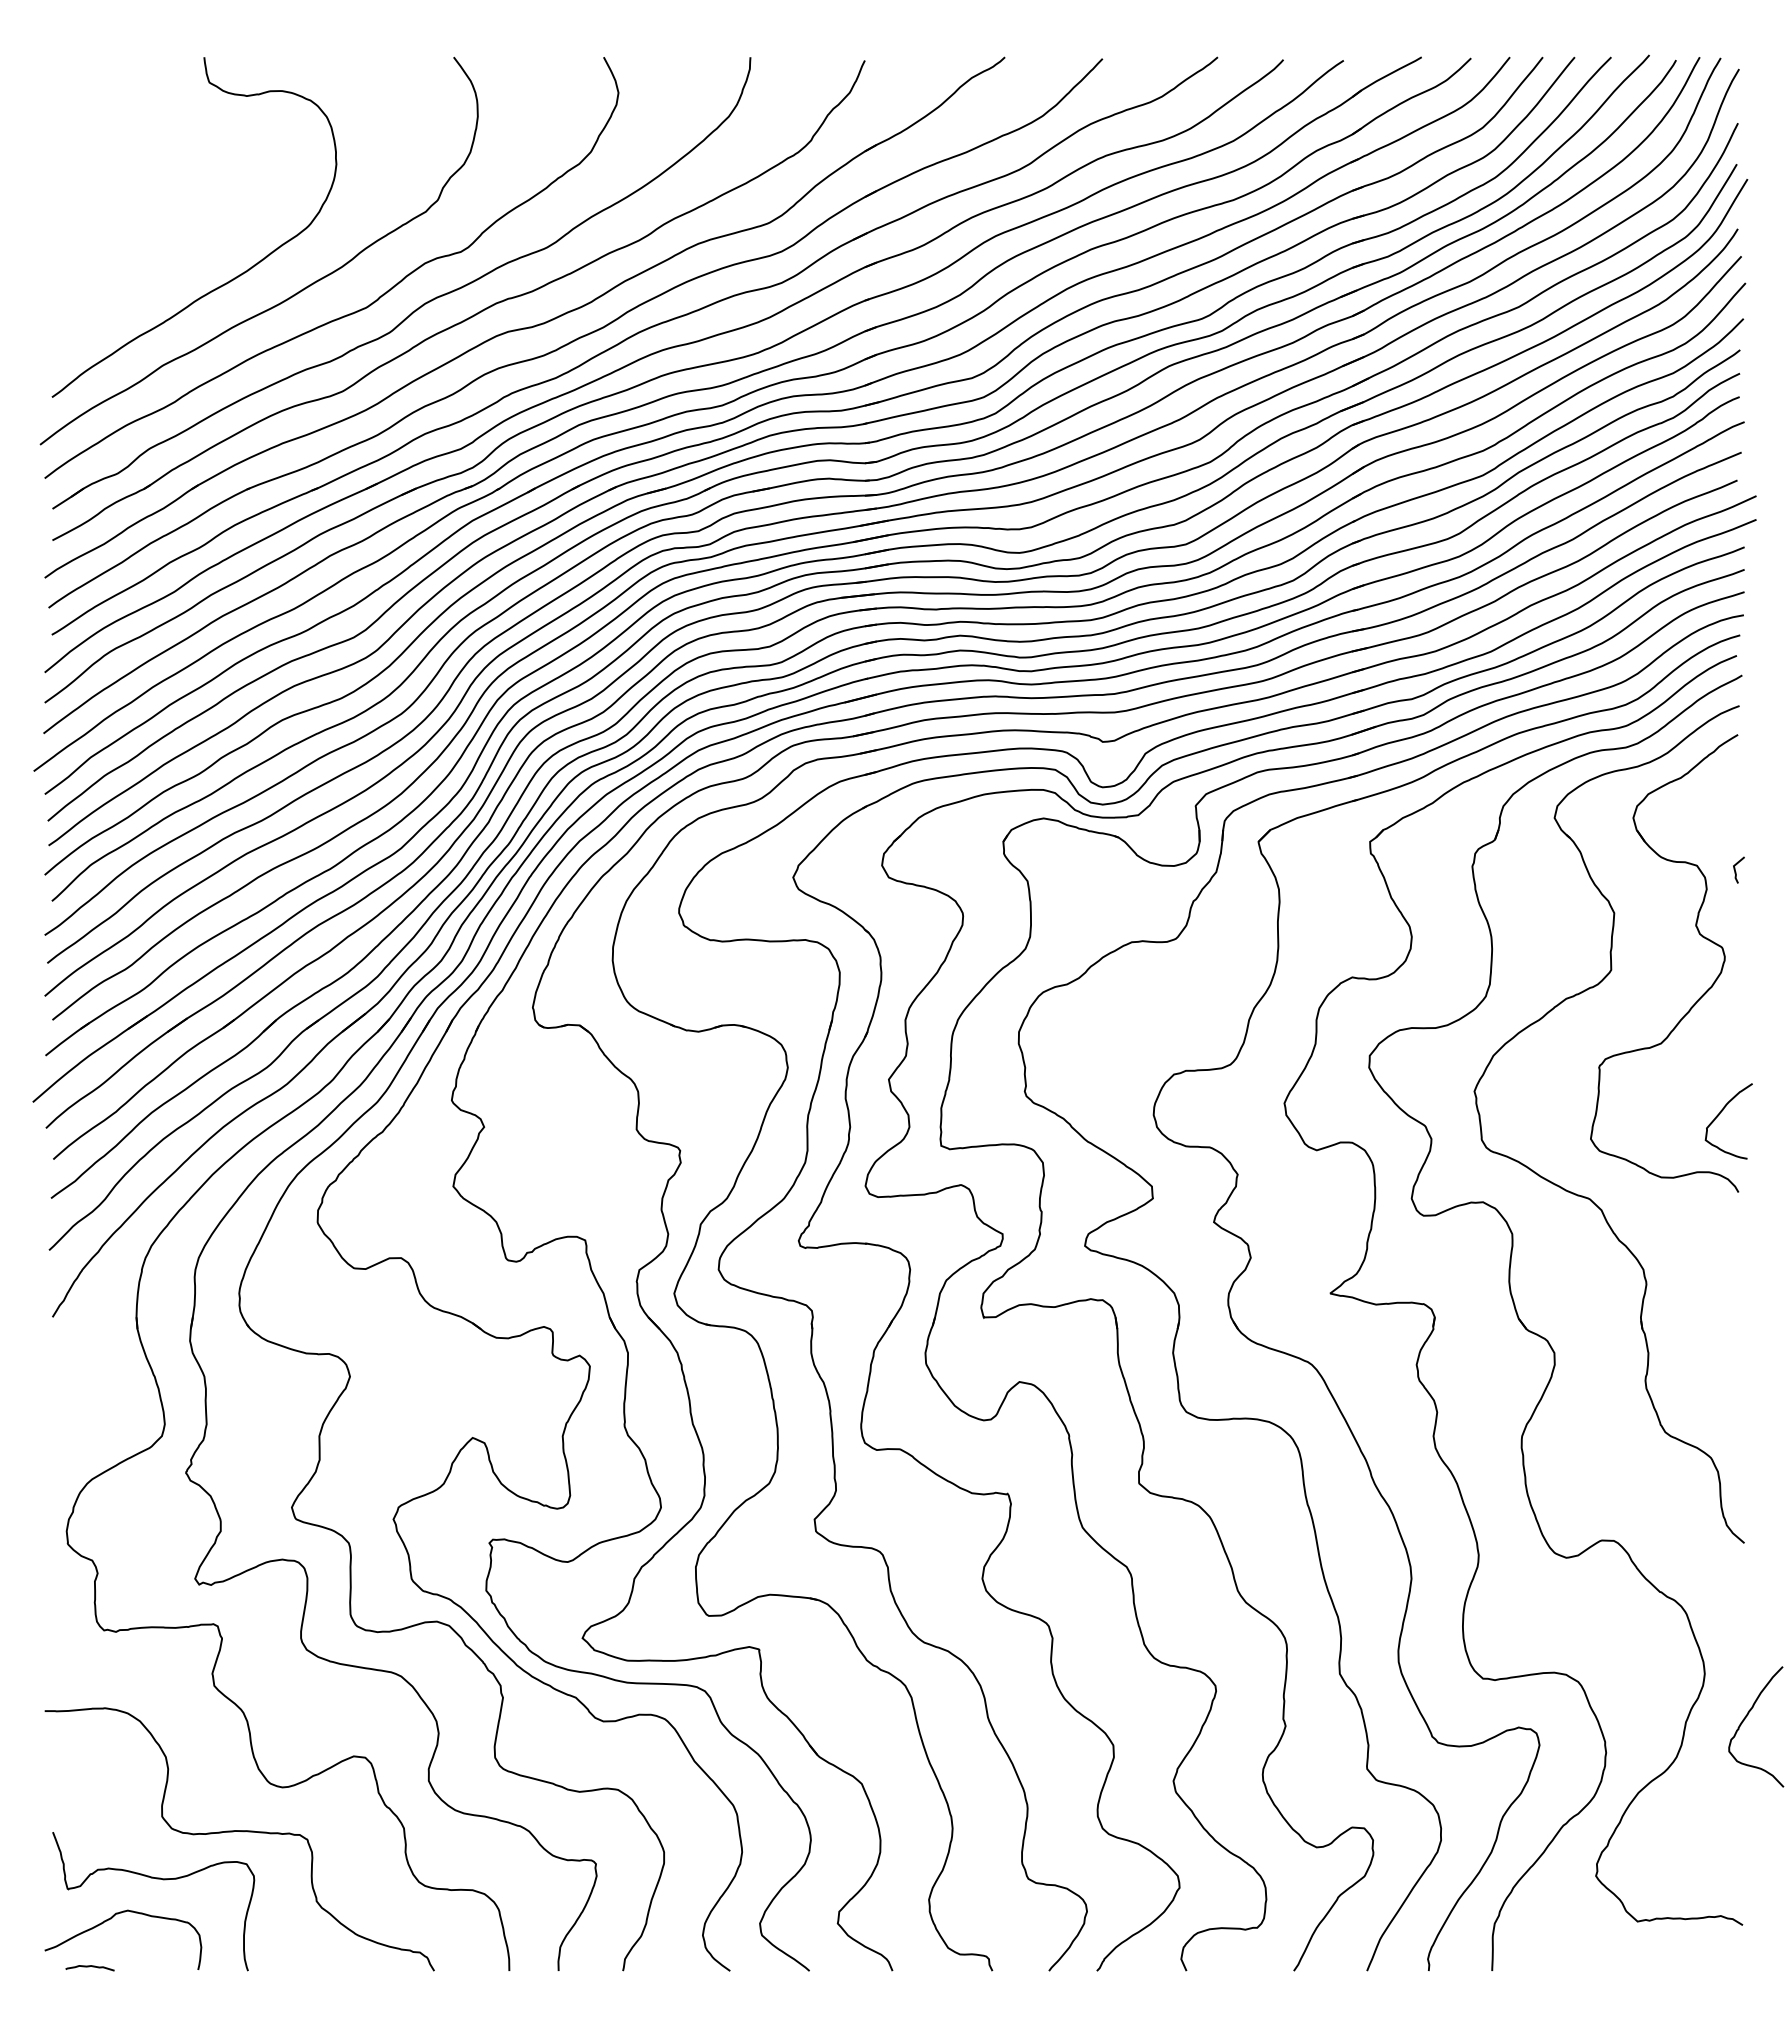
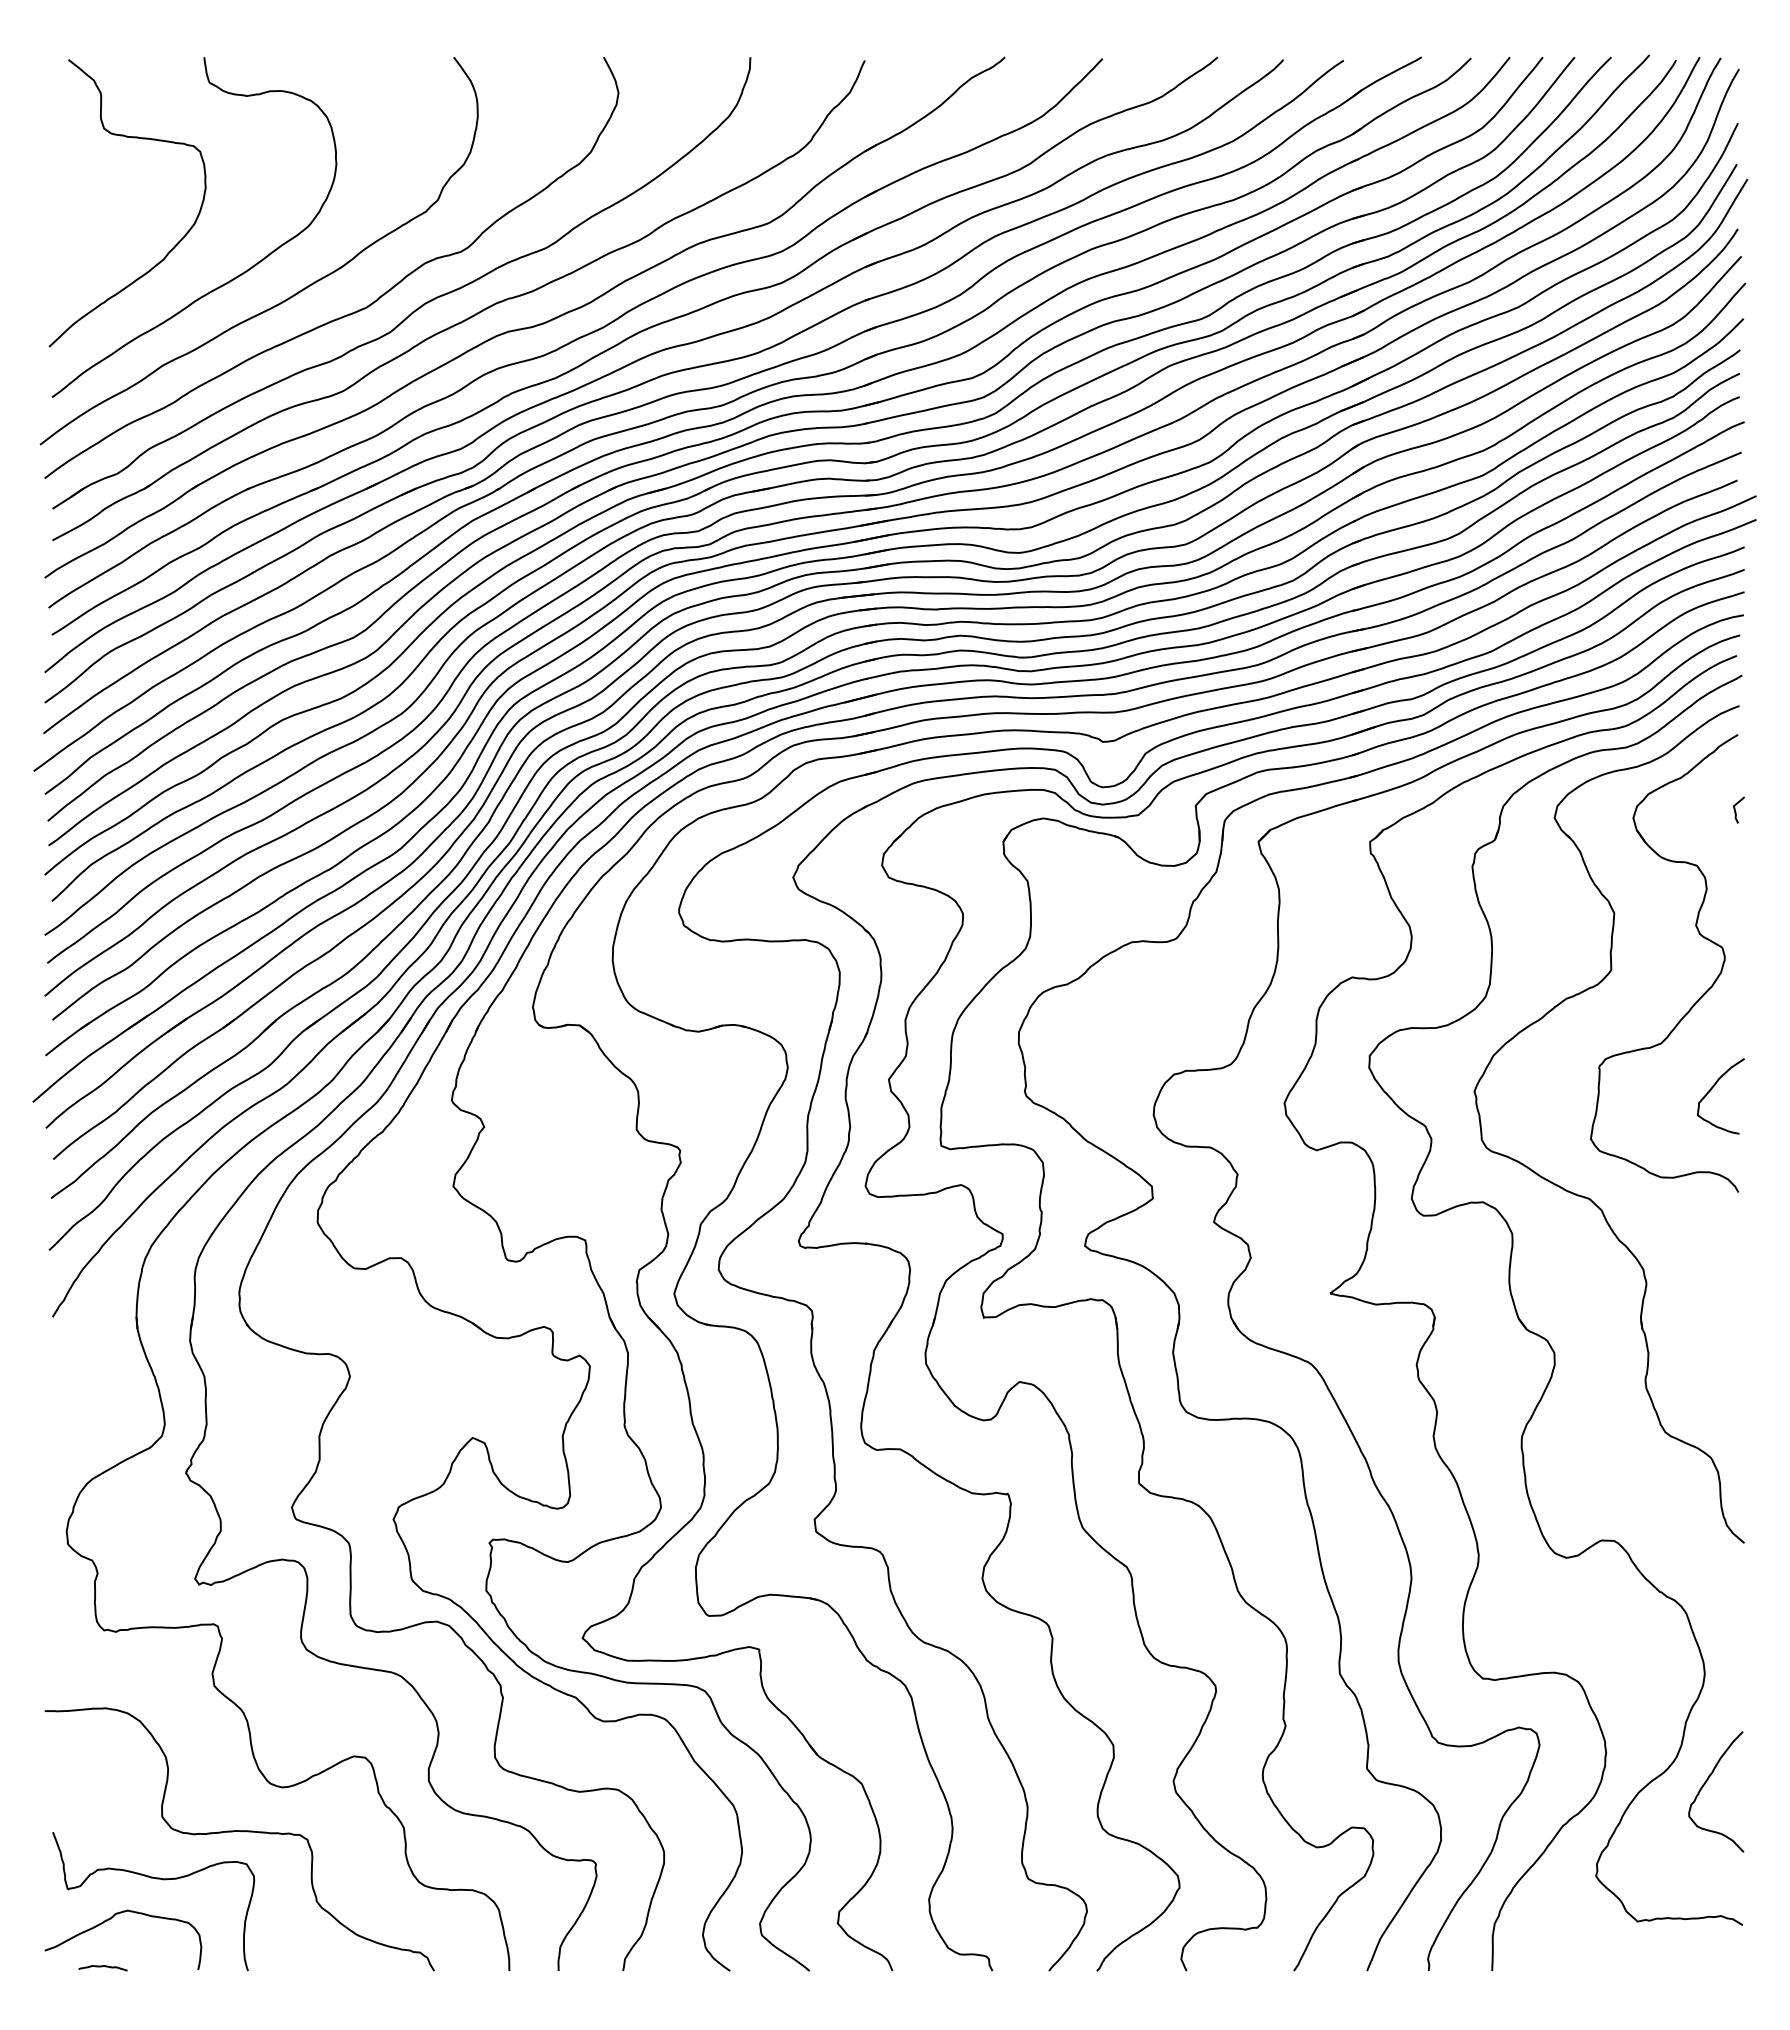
curve at (171, 248): none -> present
line at (1736, 871) position: (1736, 871) -> (1736, 811)
curve at (1719, 1115) position: (1719, 1115) -> (1711, 1090)
curve at (1745, 1719) position: (1745, 1719) -> (1705, 1784)
curve at (89, 1967) position: (89, 1967) -> (102, 1967)
